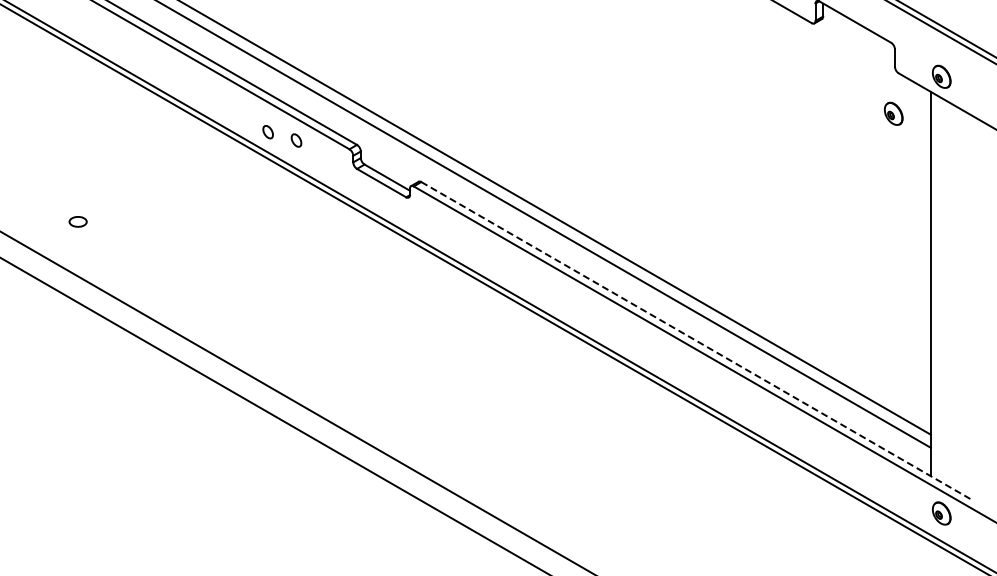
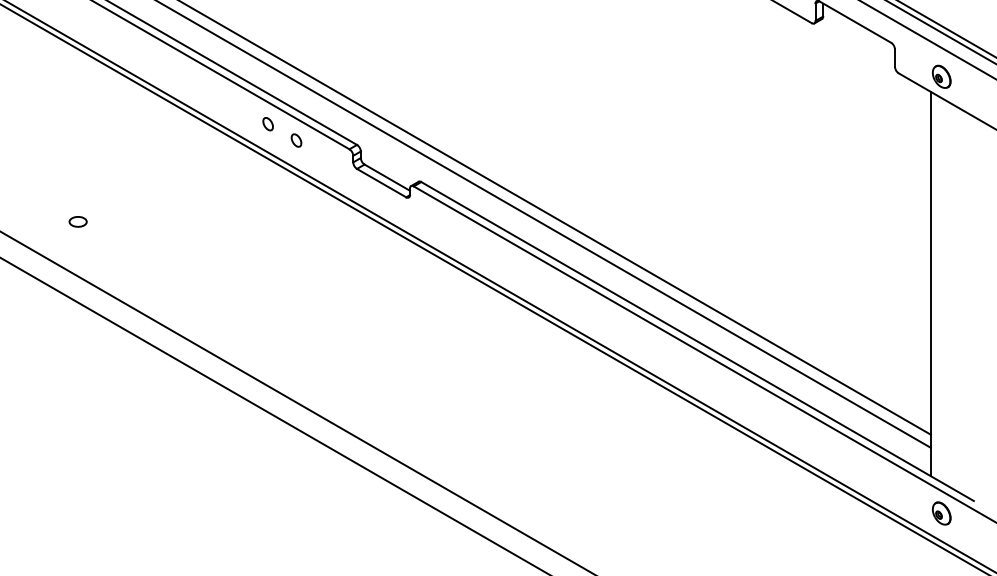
line at (927, 39): none -> present
part at (893, 113): present -> none
part at (267, 132) position: (267, 132) -> (267, 124)
line at (698, 341): dashed -> solid
